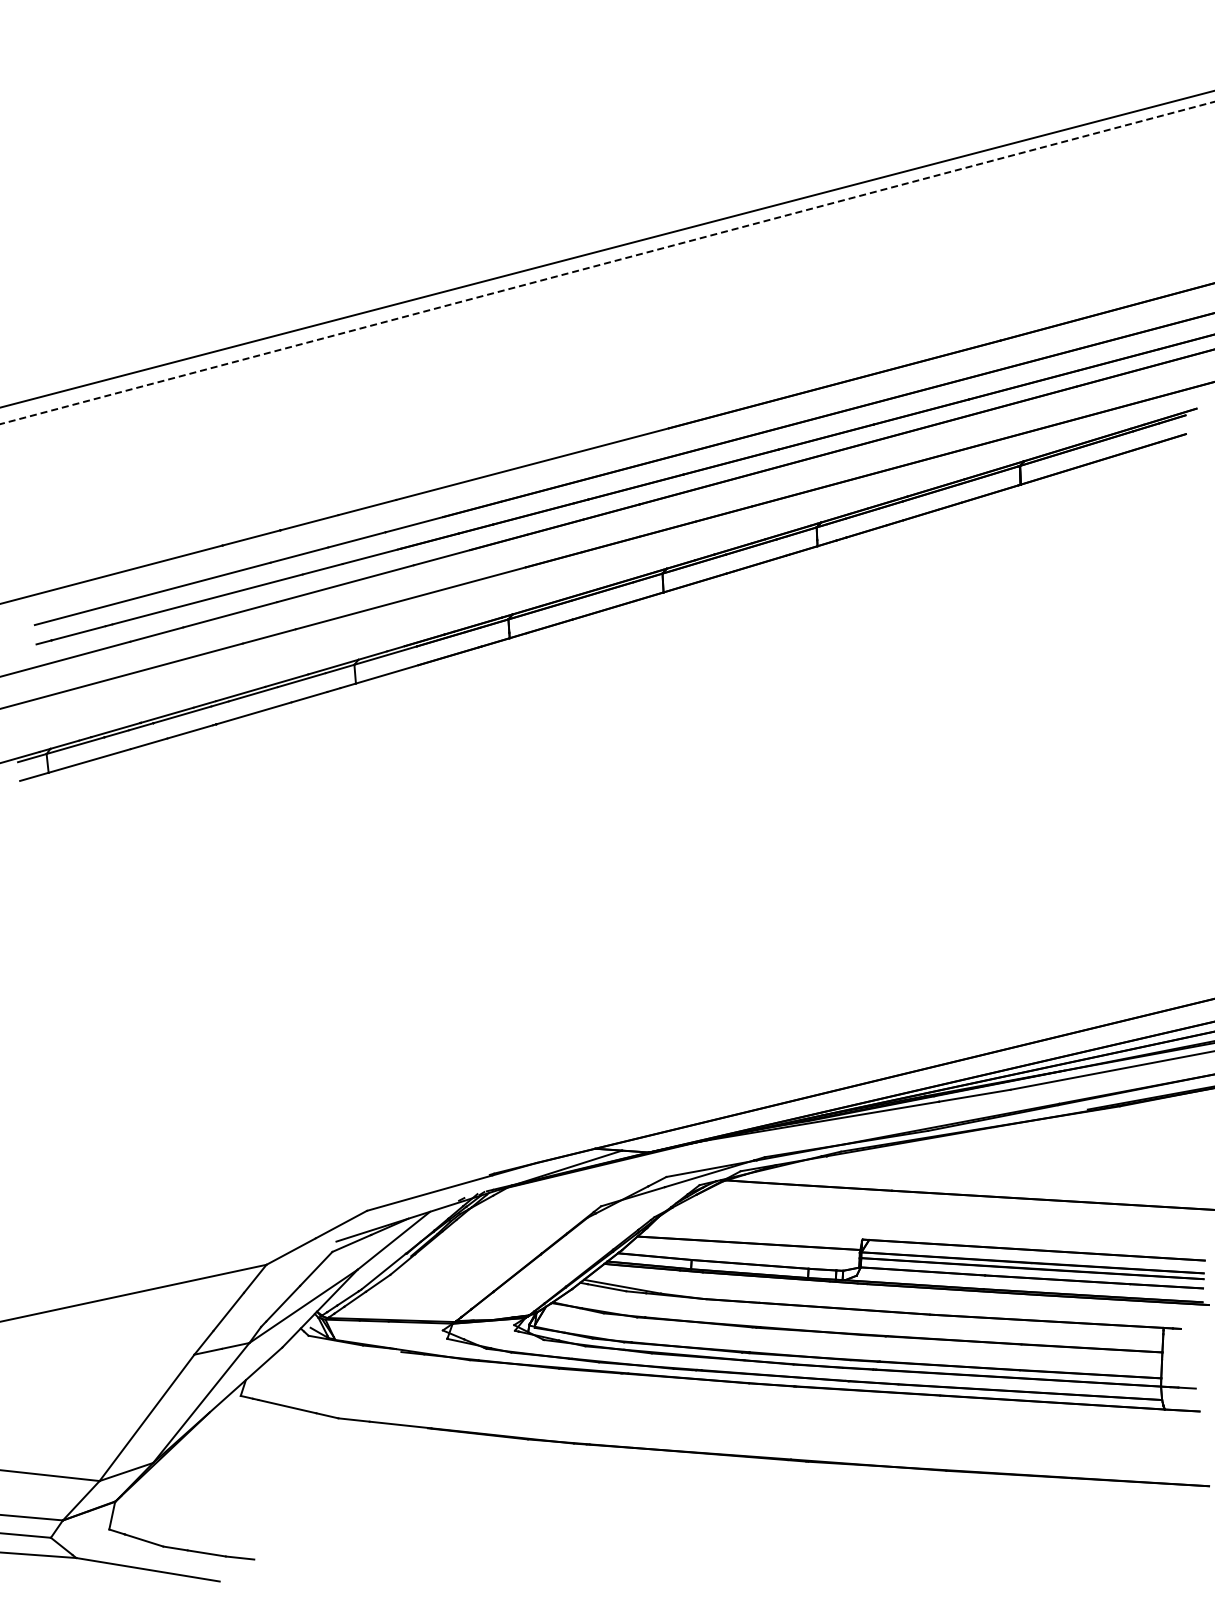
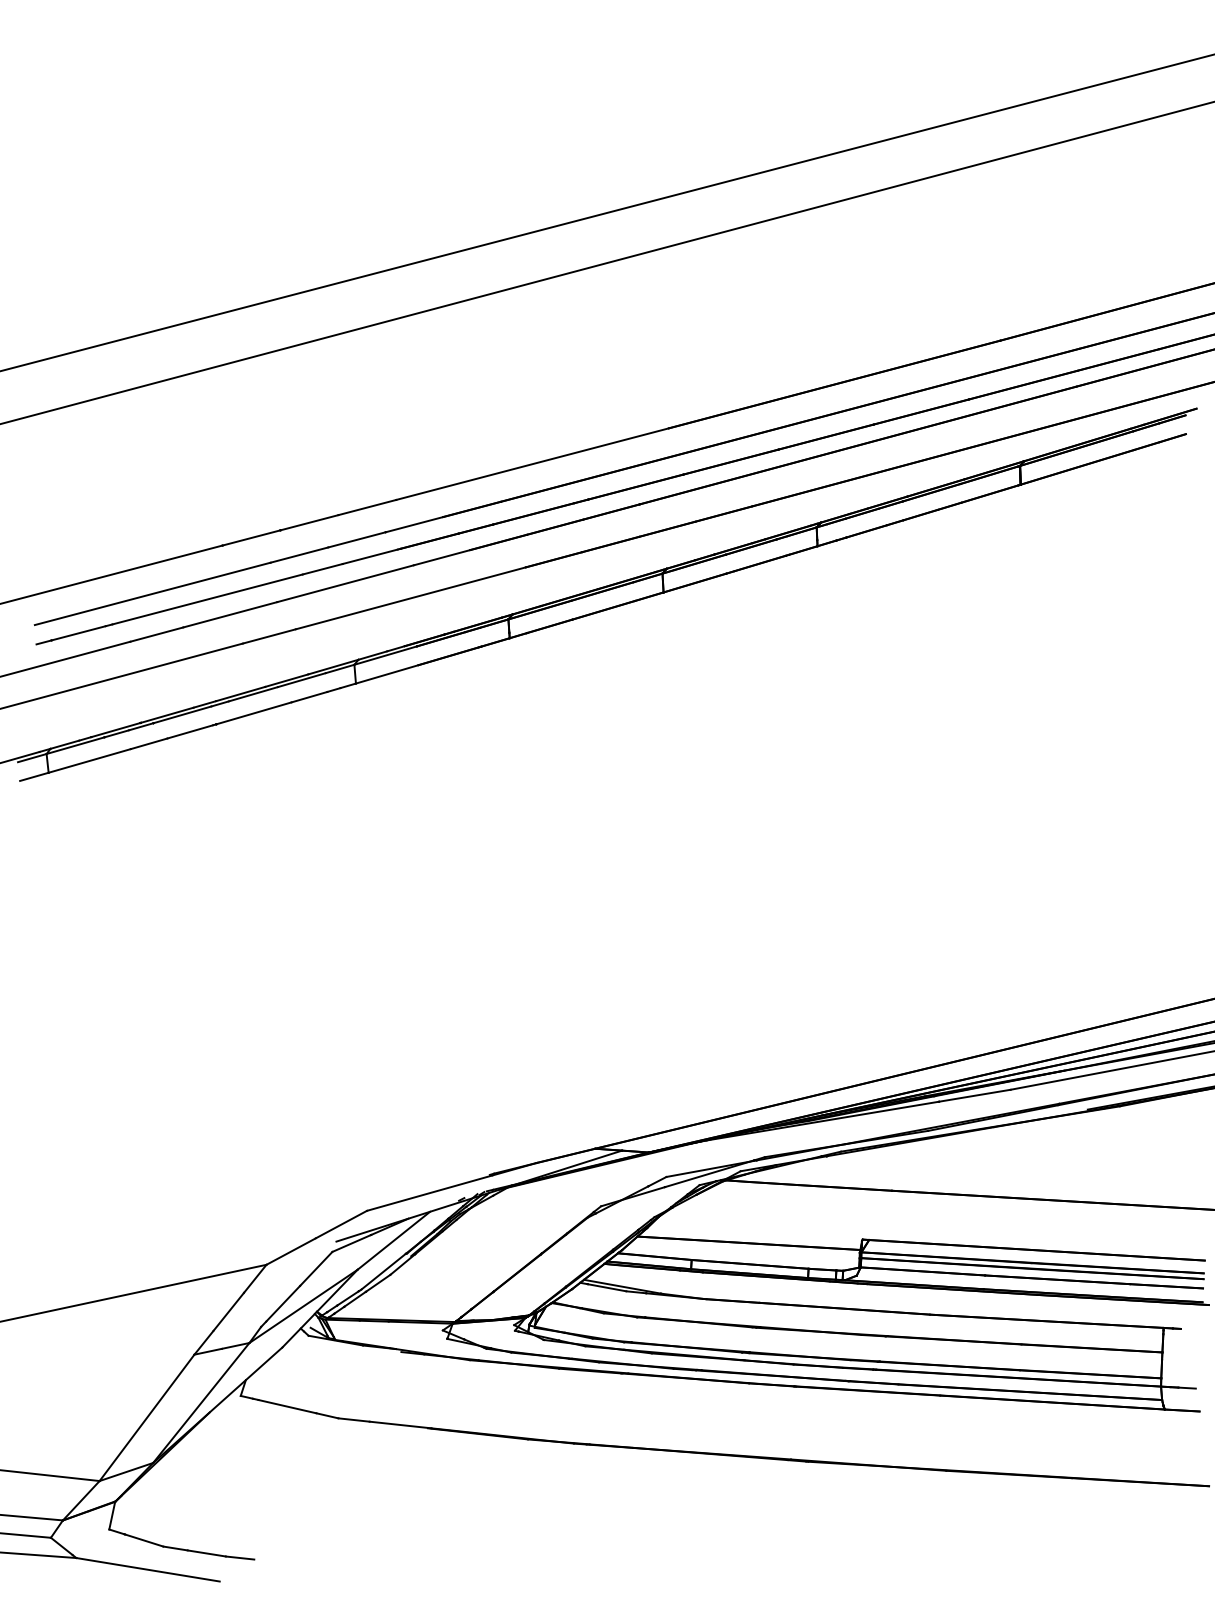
line at (606, 249) position: (606, 249) -> (606, 212)
line at (607, 262): dashed -> solid
